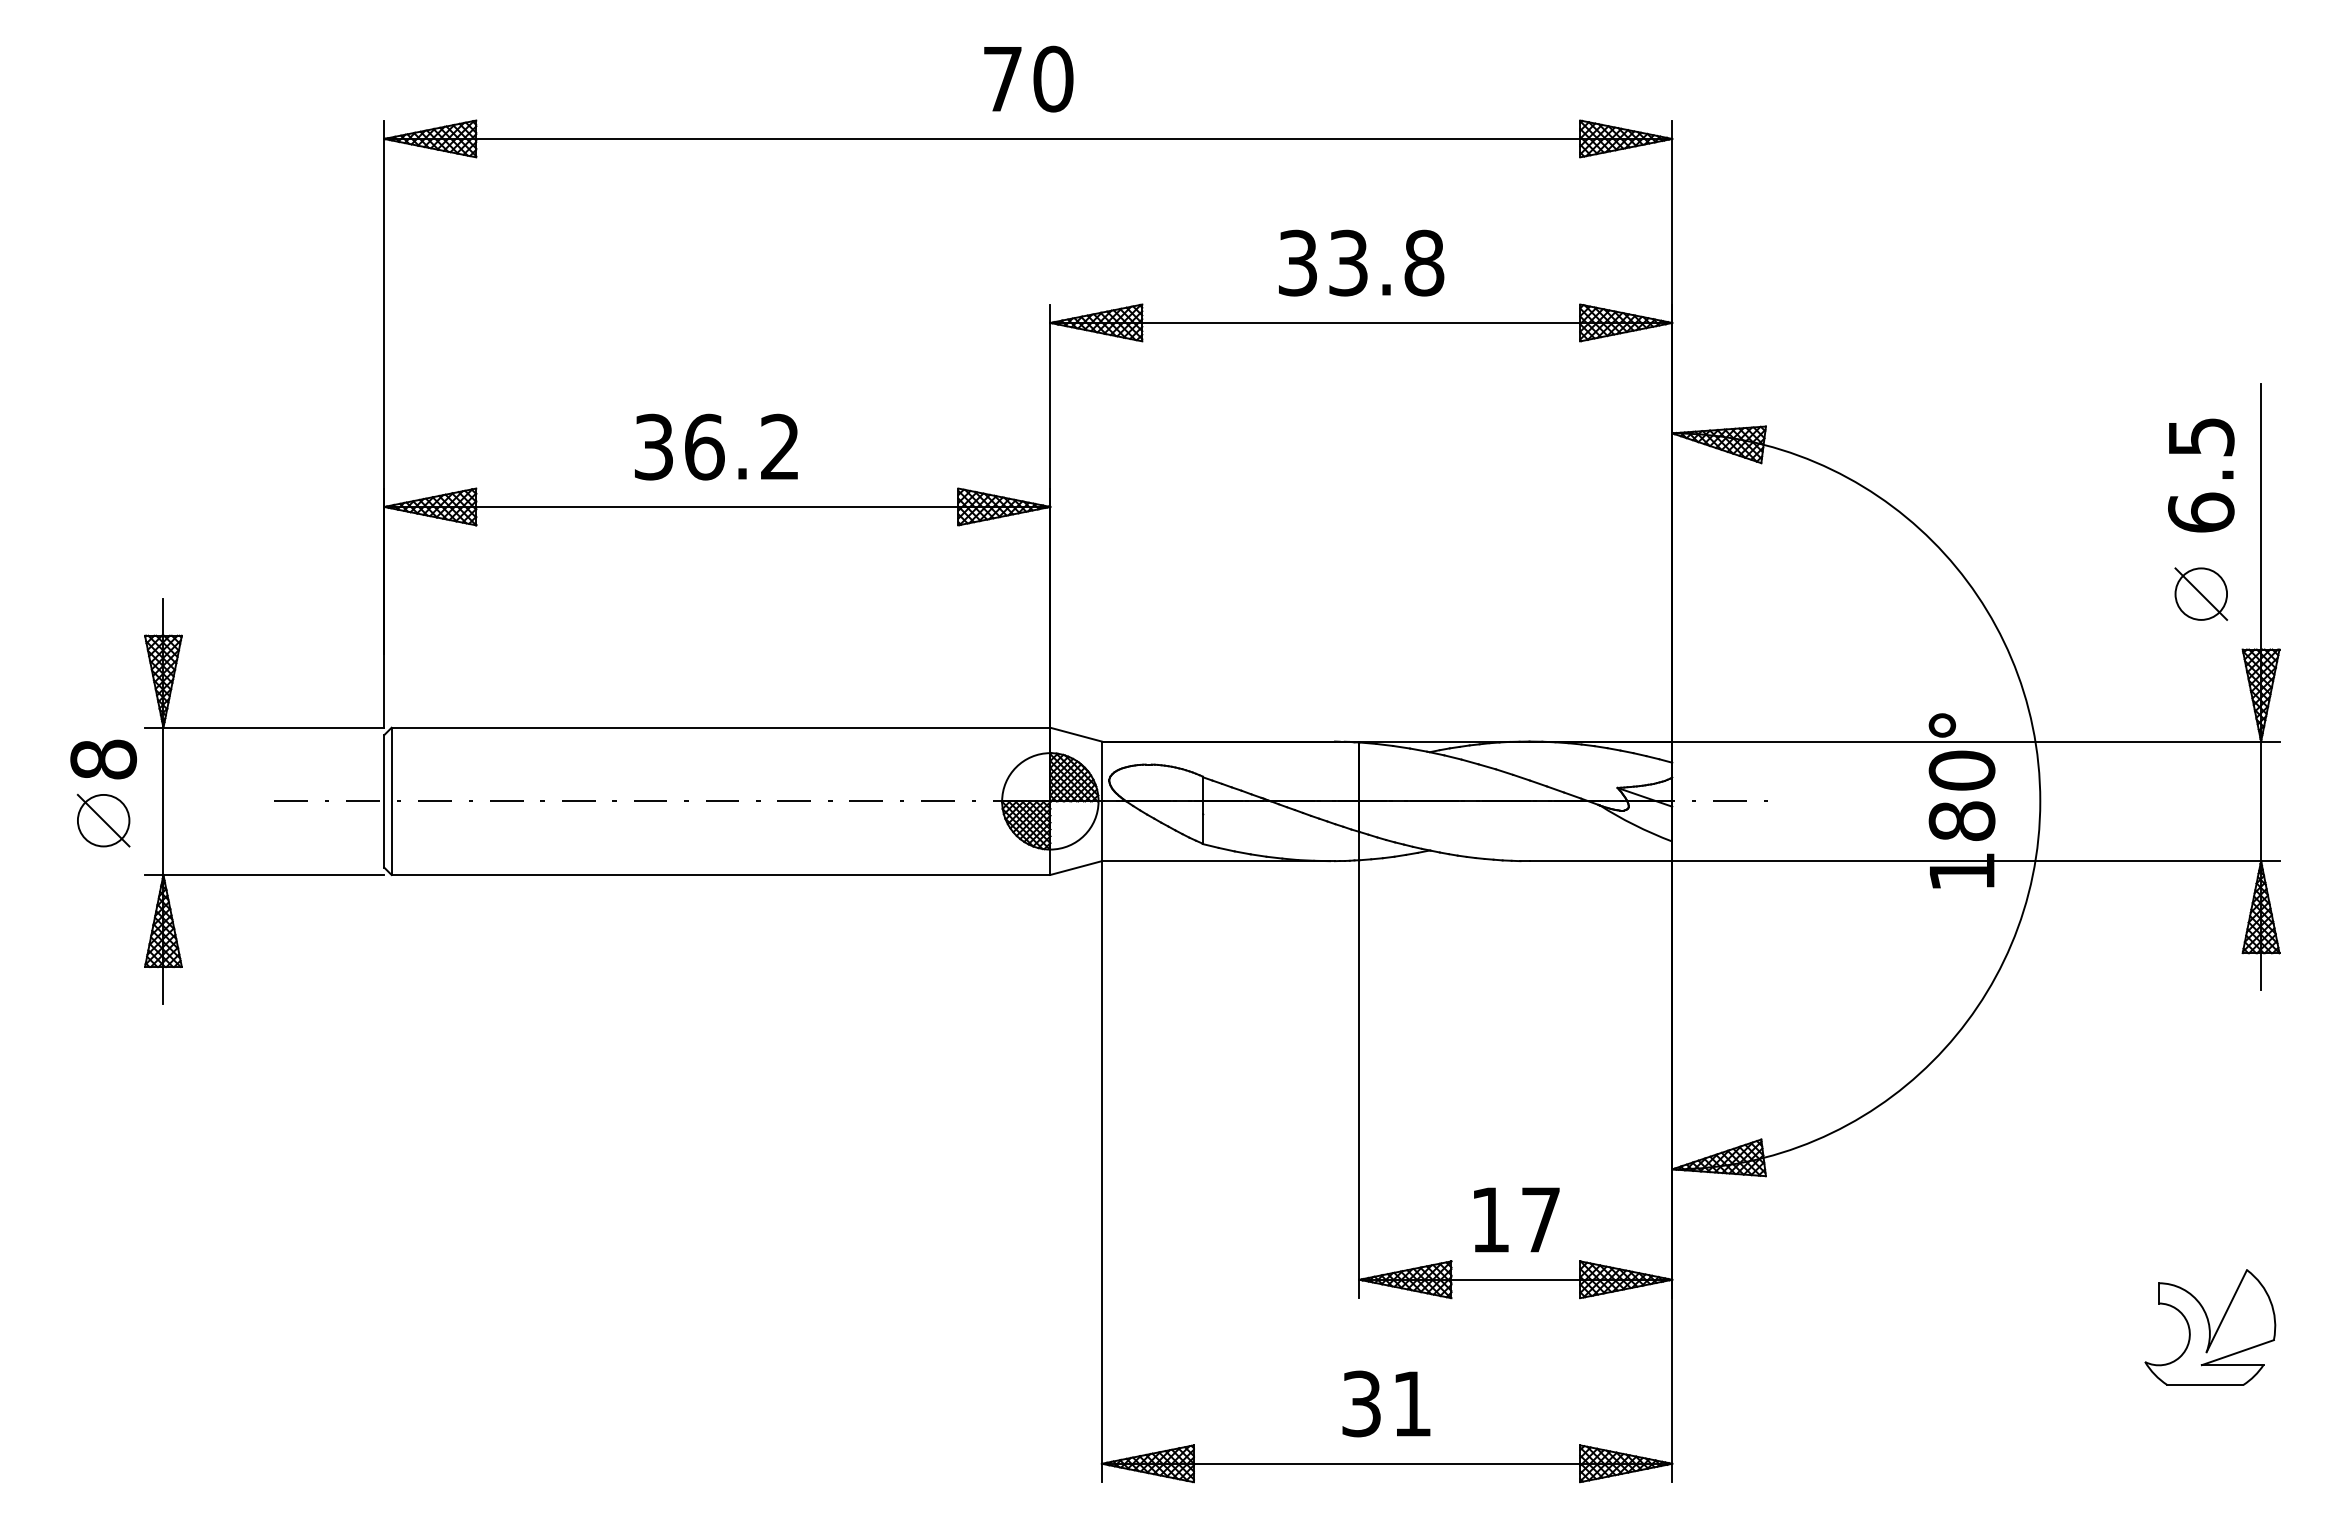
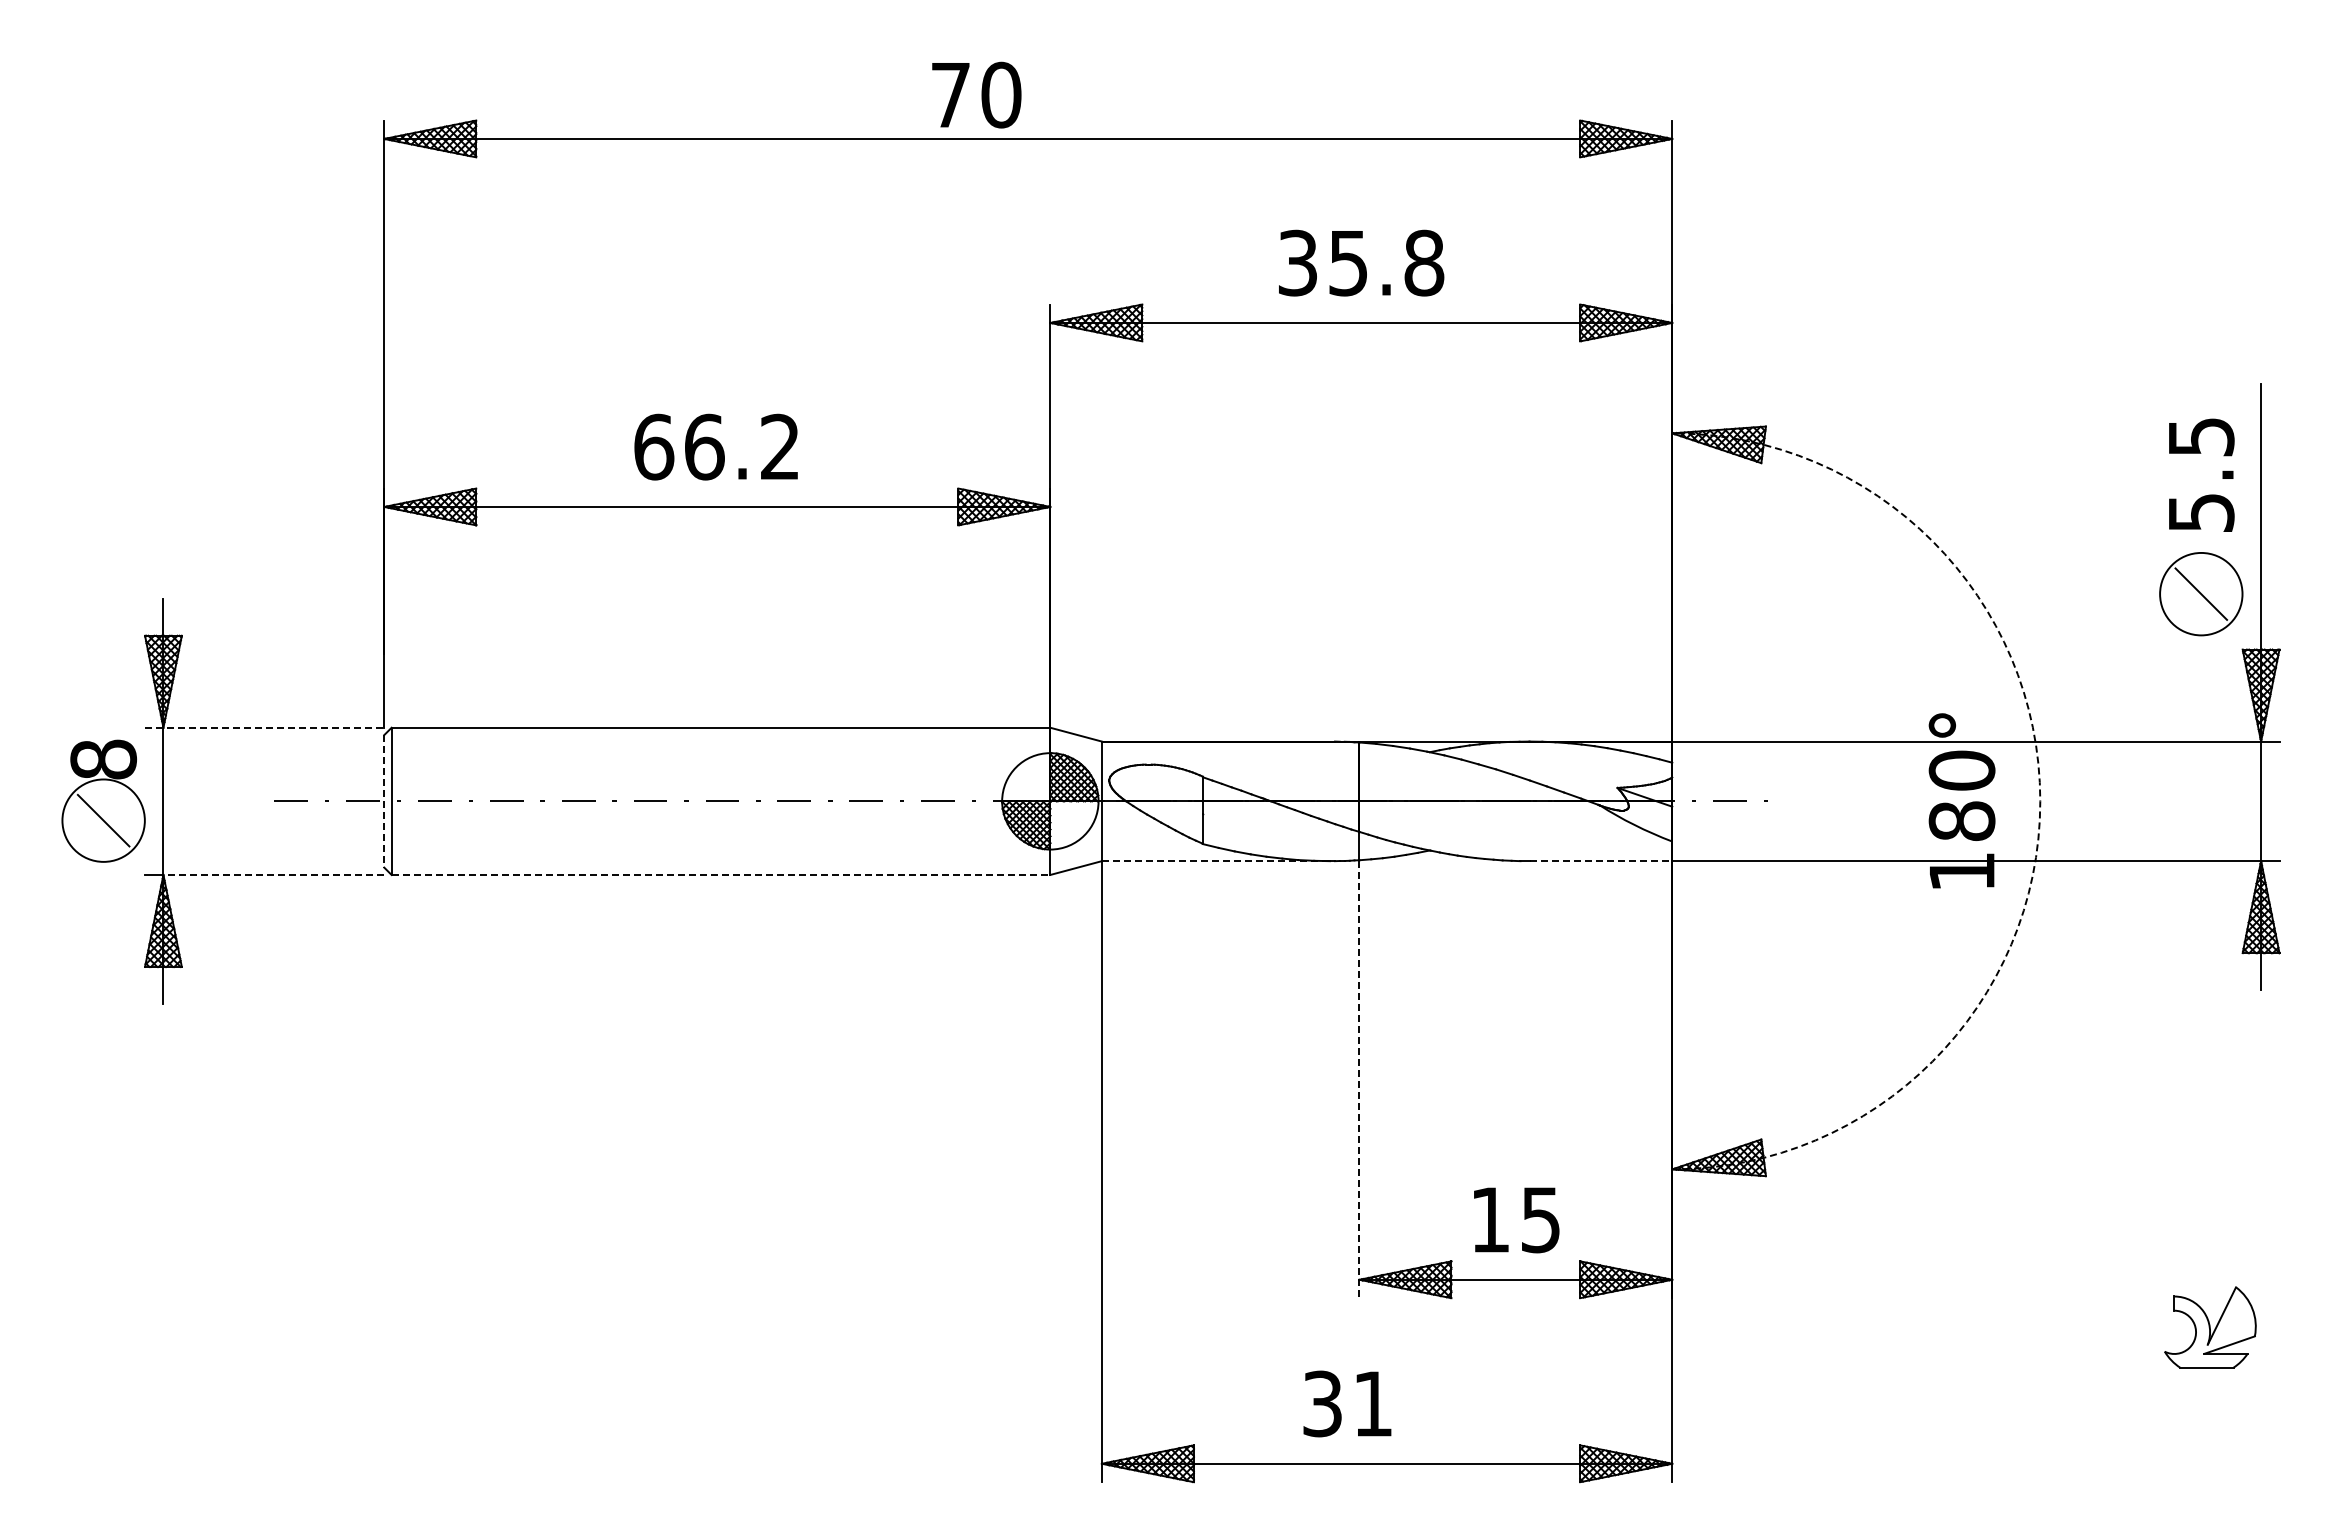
text at (1028, 78) position: (1028, 78) -> (976, 94)
text at (1348, 262): 33.8 -> 35.8
text at (654, 446): 36.2 -> 66.2
text at (2201, 512): 6.5 -> 5.5
circle at (2201, 593) diameter: 52 px -> 82 px
line at (264, 727): solid -> dashed
line at (384, 801): solid -> dashed
arc at (2040, 801): solid -> dashed
circle at (103, 820) diameter: 52 px -> 82 px
line at (1216, 861): solid -> dashed
line at (1601, 861): solid -> dashed
line at (273, 874): solid -> dashed
line at (721, 874): solid -> dashed
line at (1359, 1079): solid -> dashed
text at (1540, 1220): 17 -> 15
part at (2210, 1327) size: 133x117 px -> 93x83 px
text at (1386, 1403) position: (1386, 1403) -> (1347, 1403)
